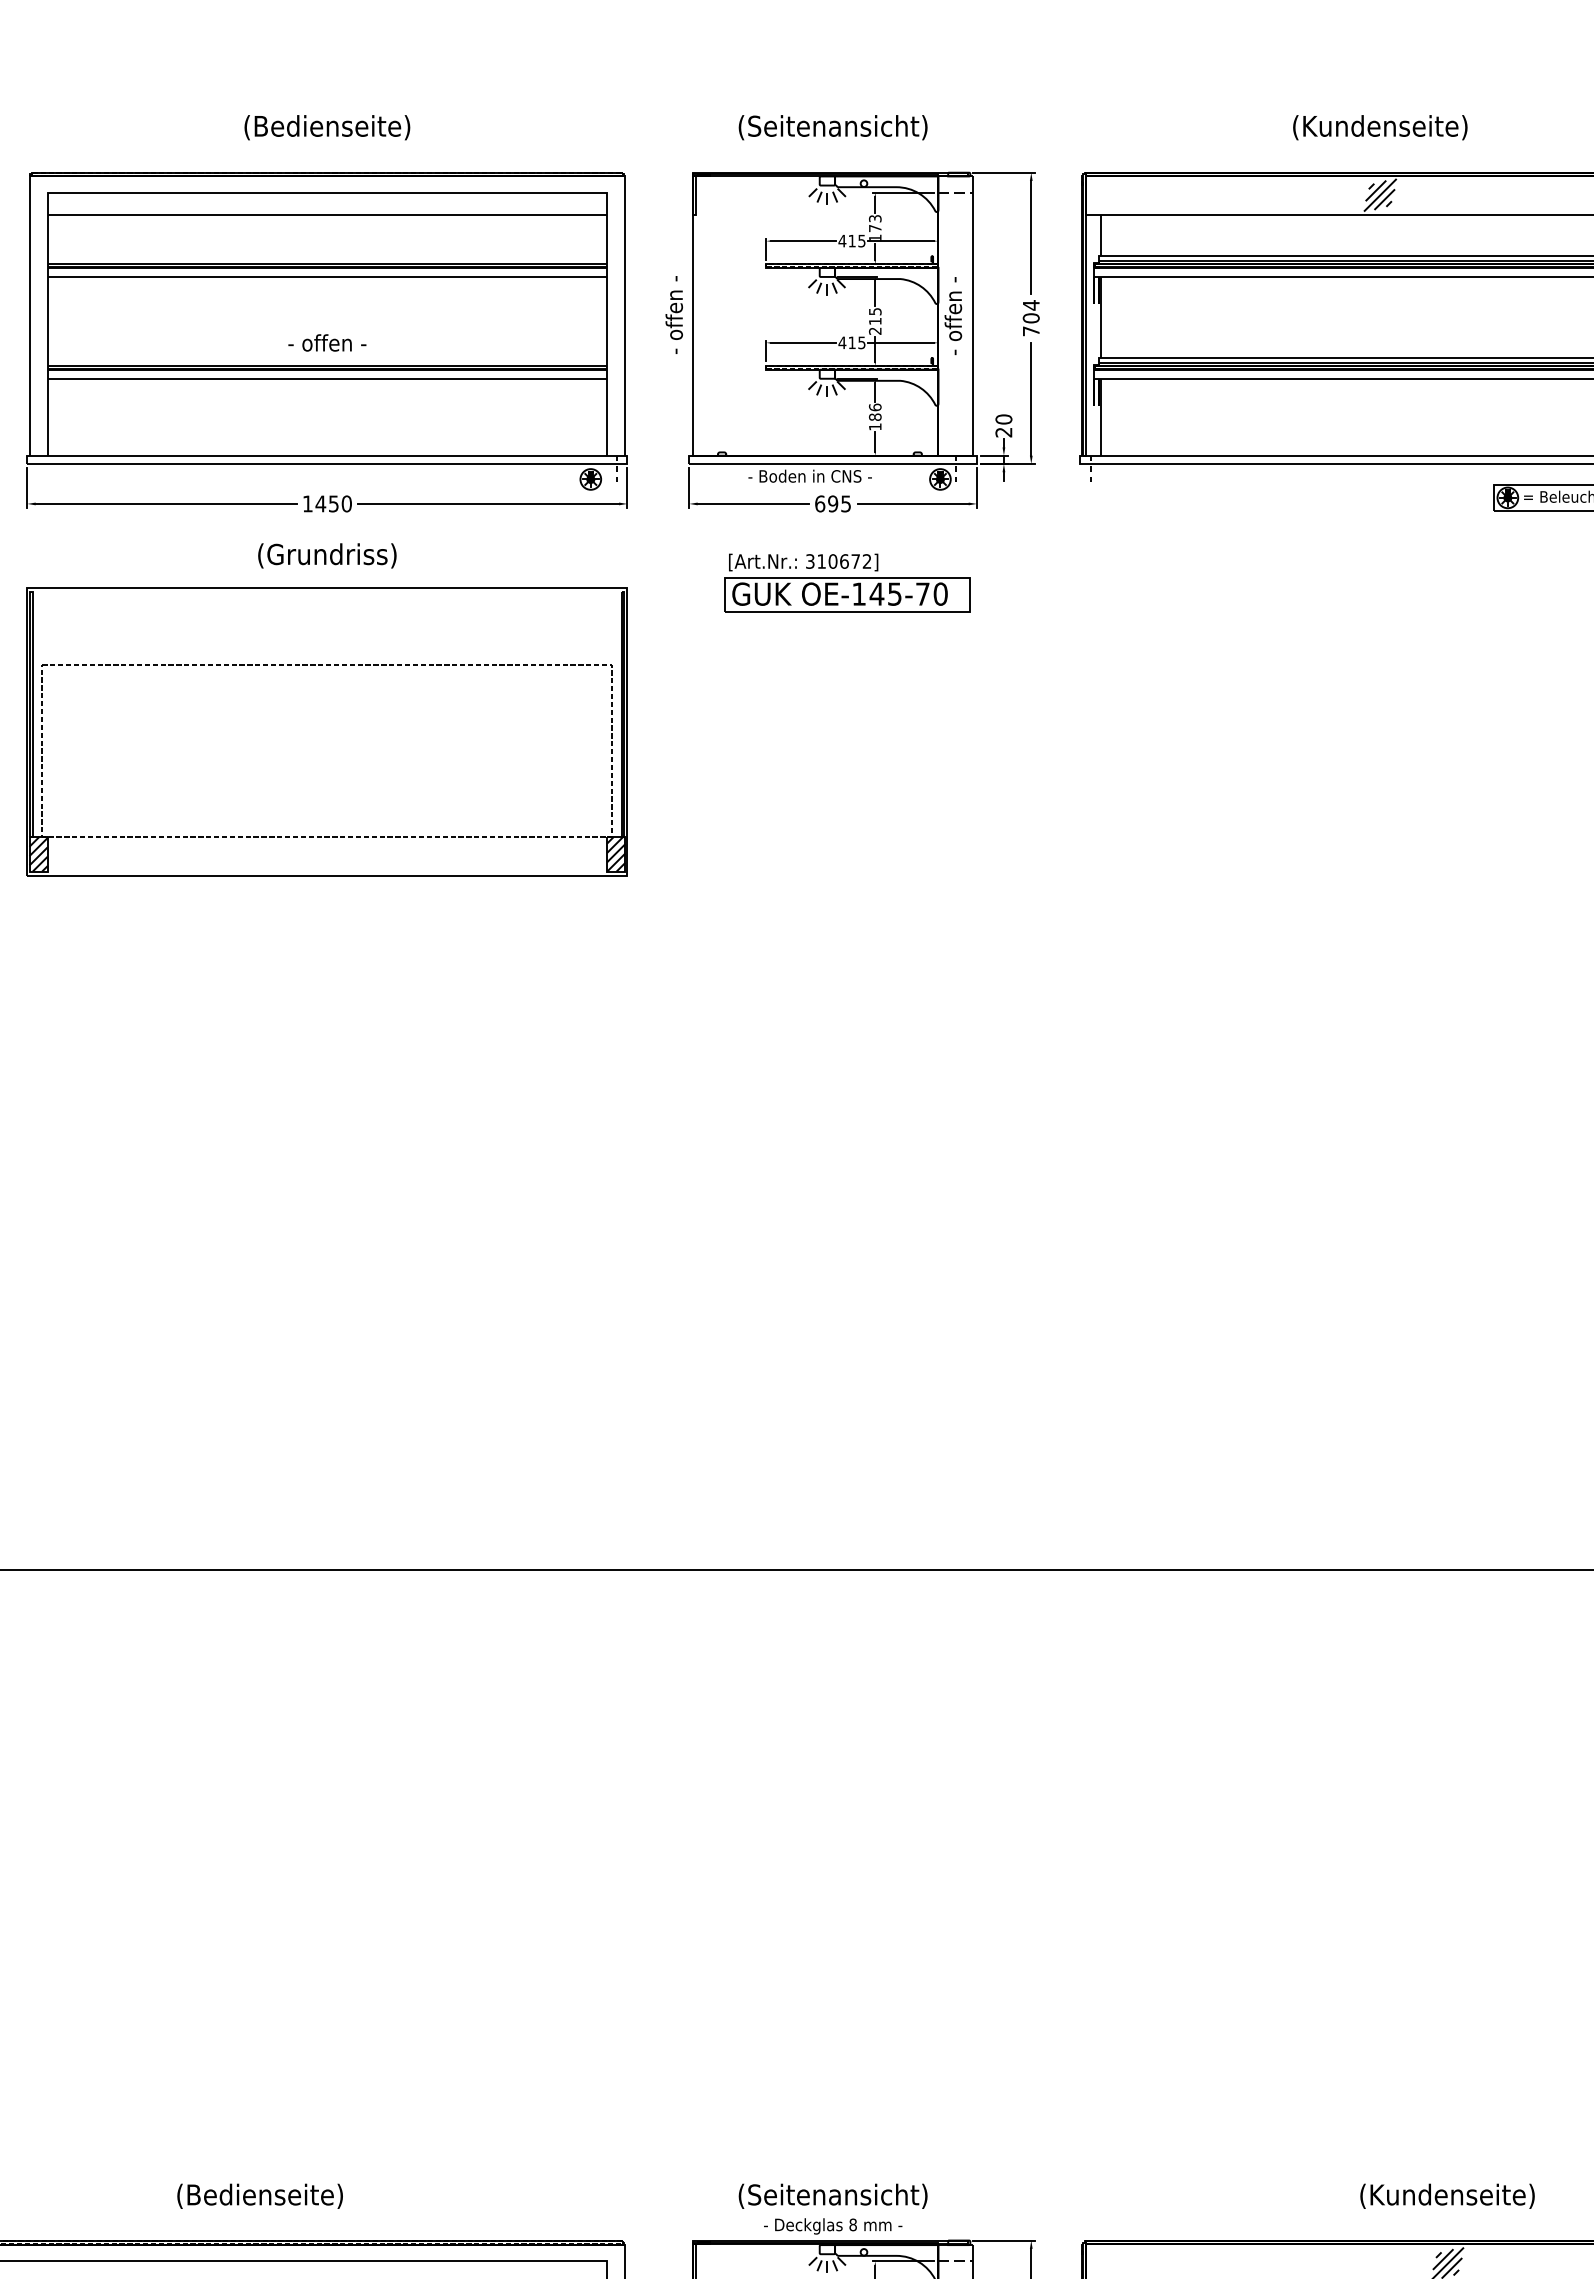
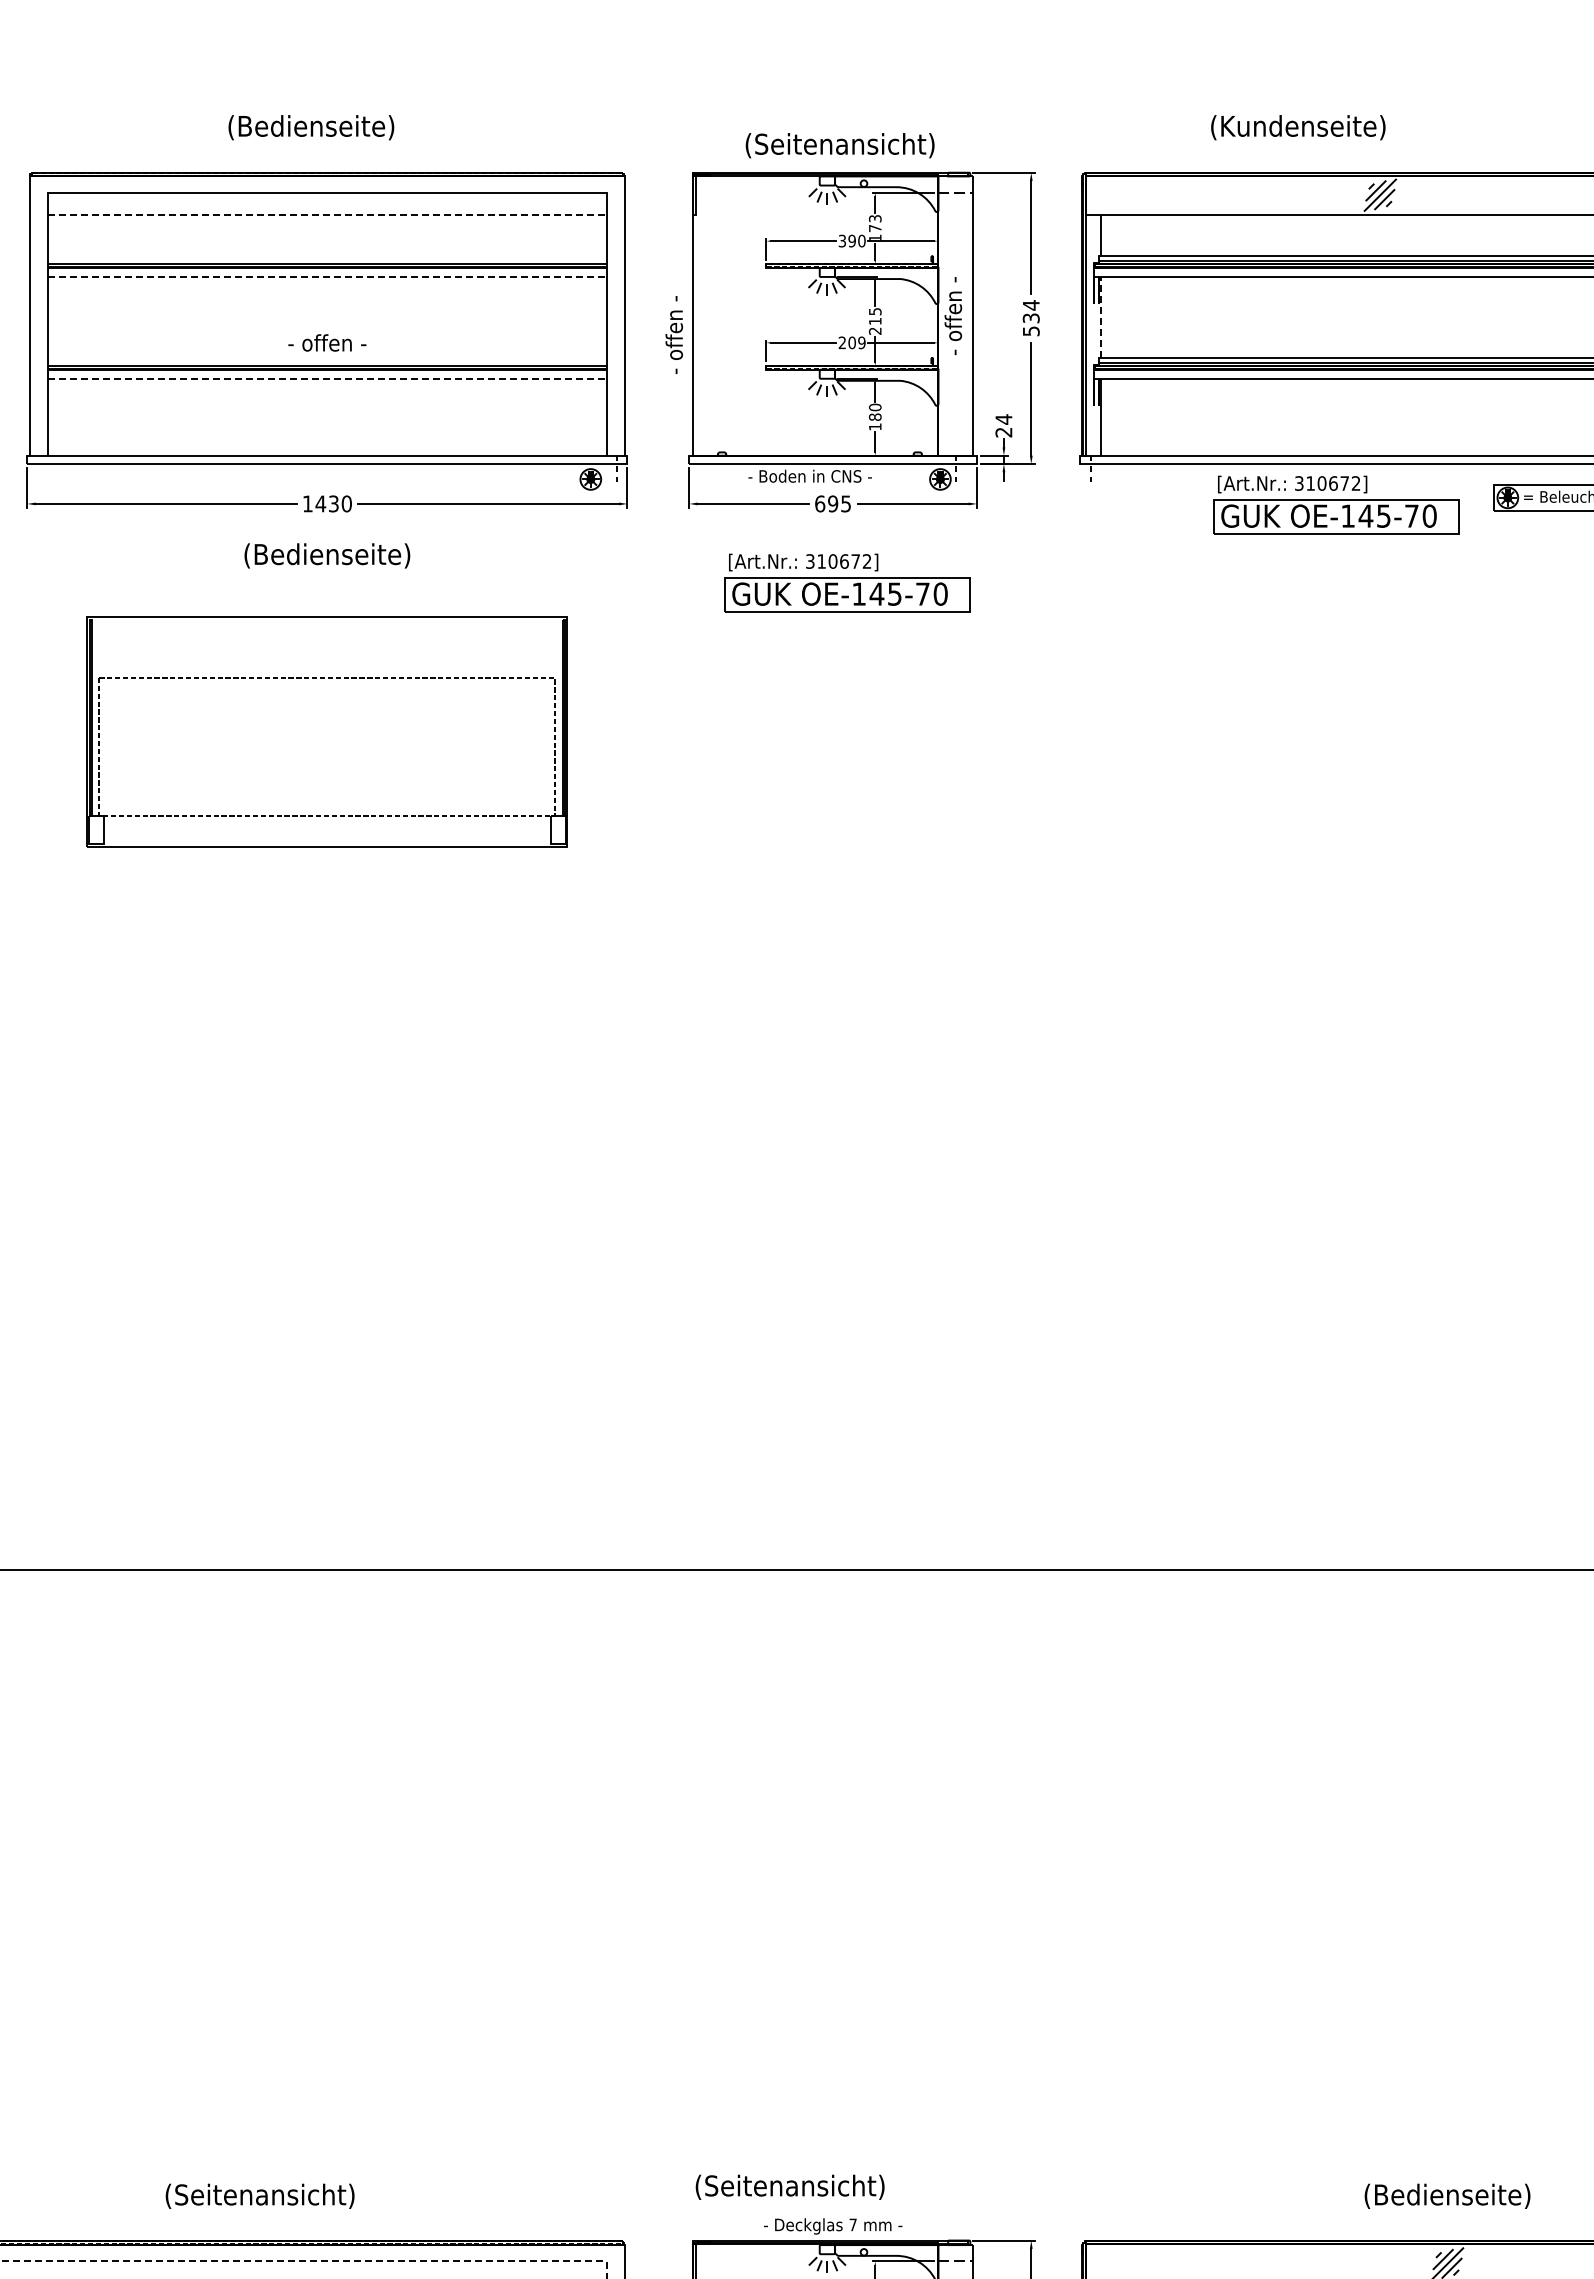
text at (327, 127) position: (327, 127) -> (311, 127)
text at (832, 127) position: (832, 127) -> (839, 145)
text at (1380, 127) position: (1380, 127) -> (1298, 127)
line at (327, 214): solid -> dashed
text at (851, 240): 415 -> 390
line at (327, 276): solid -> dashed
text at (673, 314) position: (673, 314) -> (673, 334)
line at (1100, 316): solid -> dashed
text at (1030, 324): 704 -> 534
text at (851, 342): 415 -> 209
line at (327, 378): solid -> dashed
text at (875, 407): 186 -> 180
text at (1003, 419): 20 -> 24
text at (333, 503): 1450 -> 1430
part at (1336, 504): none -> present
text at (327, 555): (Grundriss) -> (Bedienseite)
part at (326, 731) size: 602x290 px -> 482x232 px
text at (259, 2195): (Bedienseite) -> (Seitenansicht)
text at (832, 2195) position: (832, 2195) -> (789, 2186)
text at (1447, 2195): (Kundenseite) -> (Bedienseite)
text at (852, 2224): 8 -> 7
line at (313, 2261): solid -> dashed
